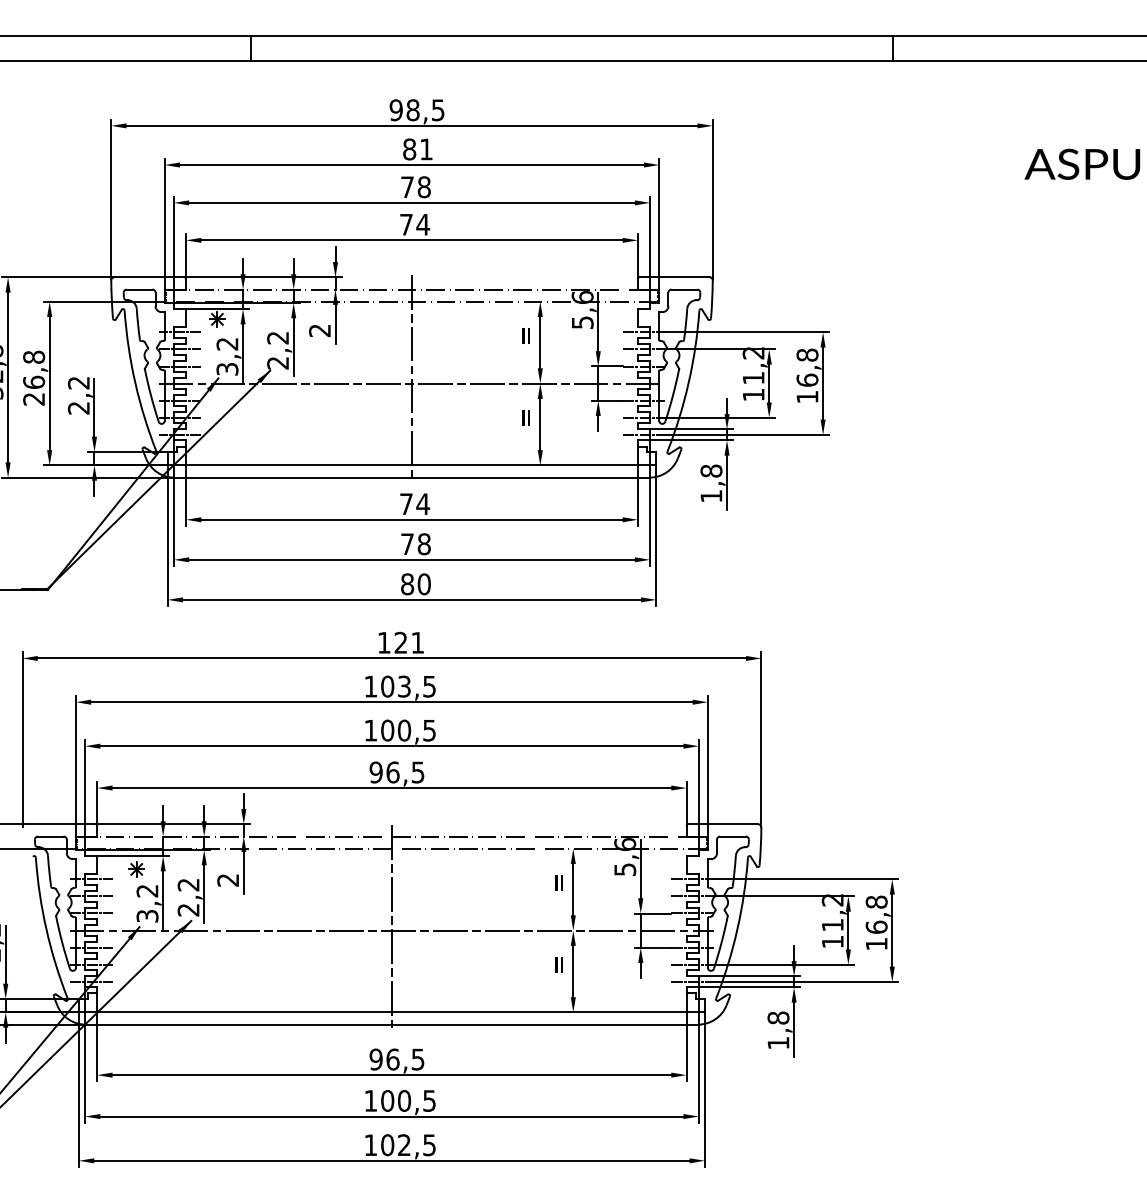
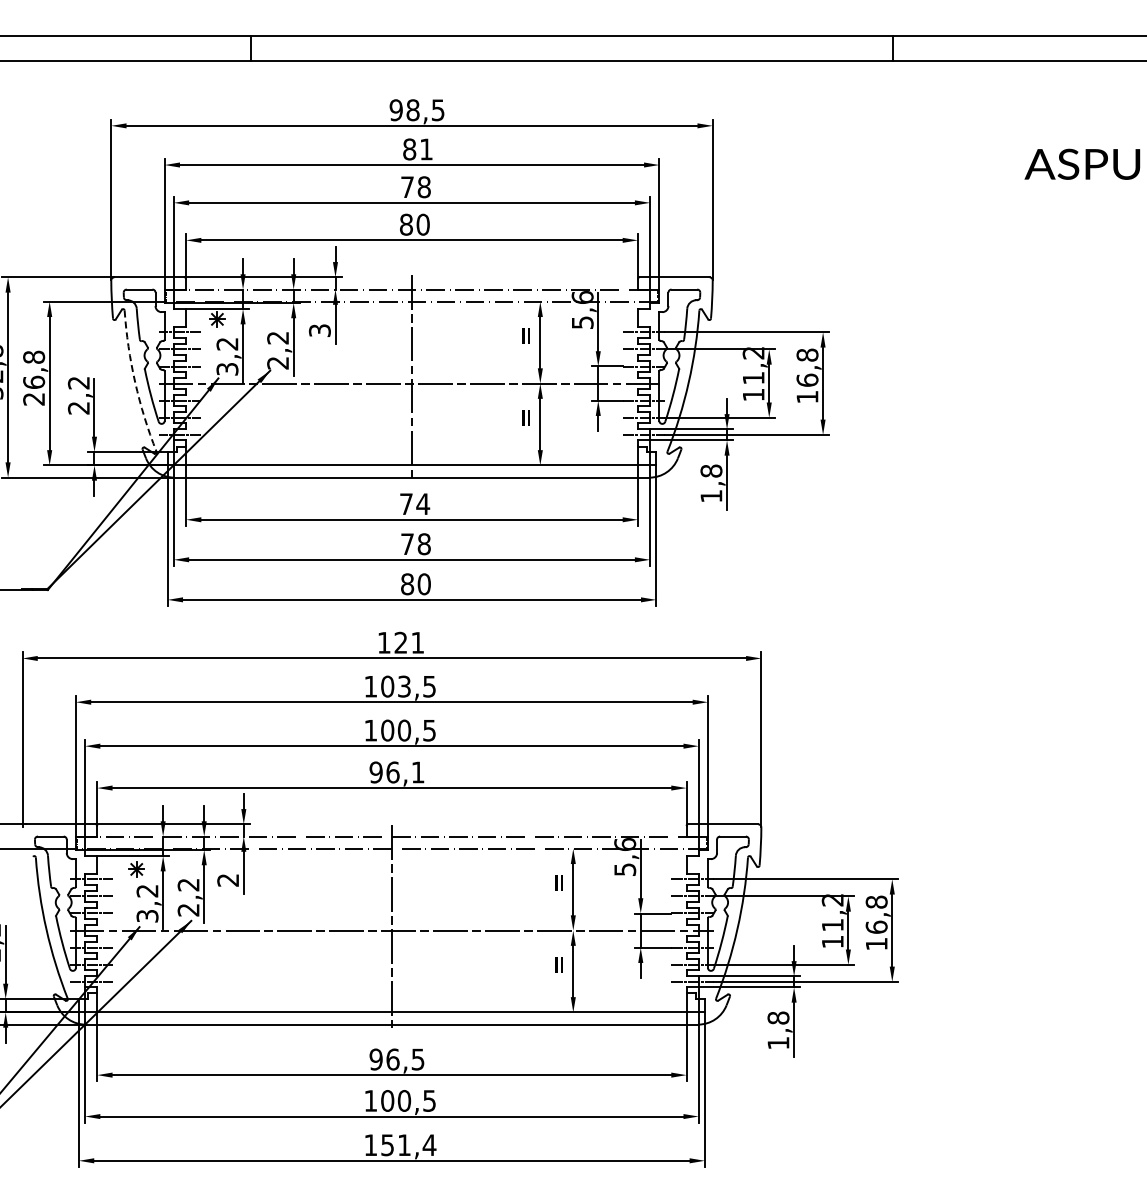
text at (415, 224): 74 -> 80
text at (319, 330): 2 -> 3
arc at (135, 382): solid -> dashed
text at (417, 772): 96,5 -> 96,1
text at (408, 1145): 102,5 -> 151,4
